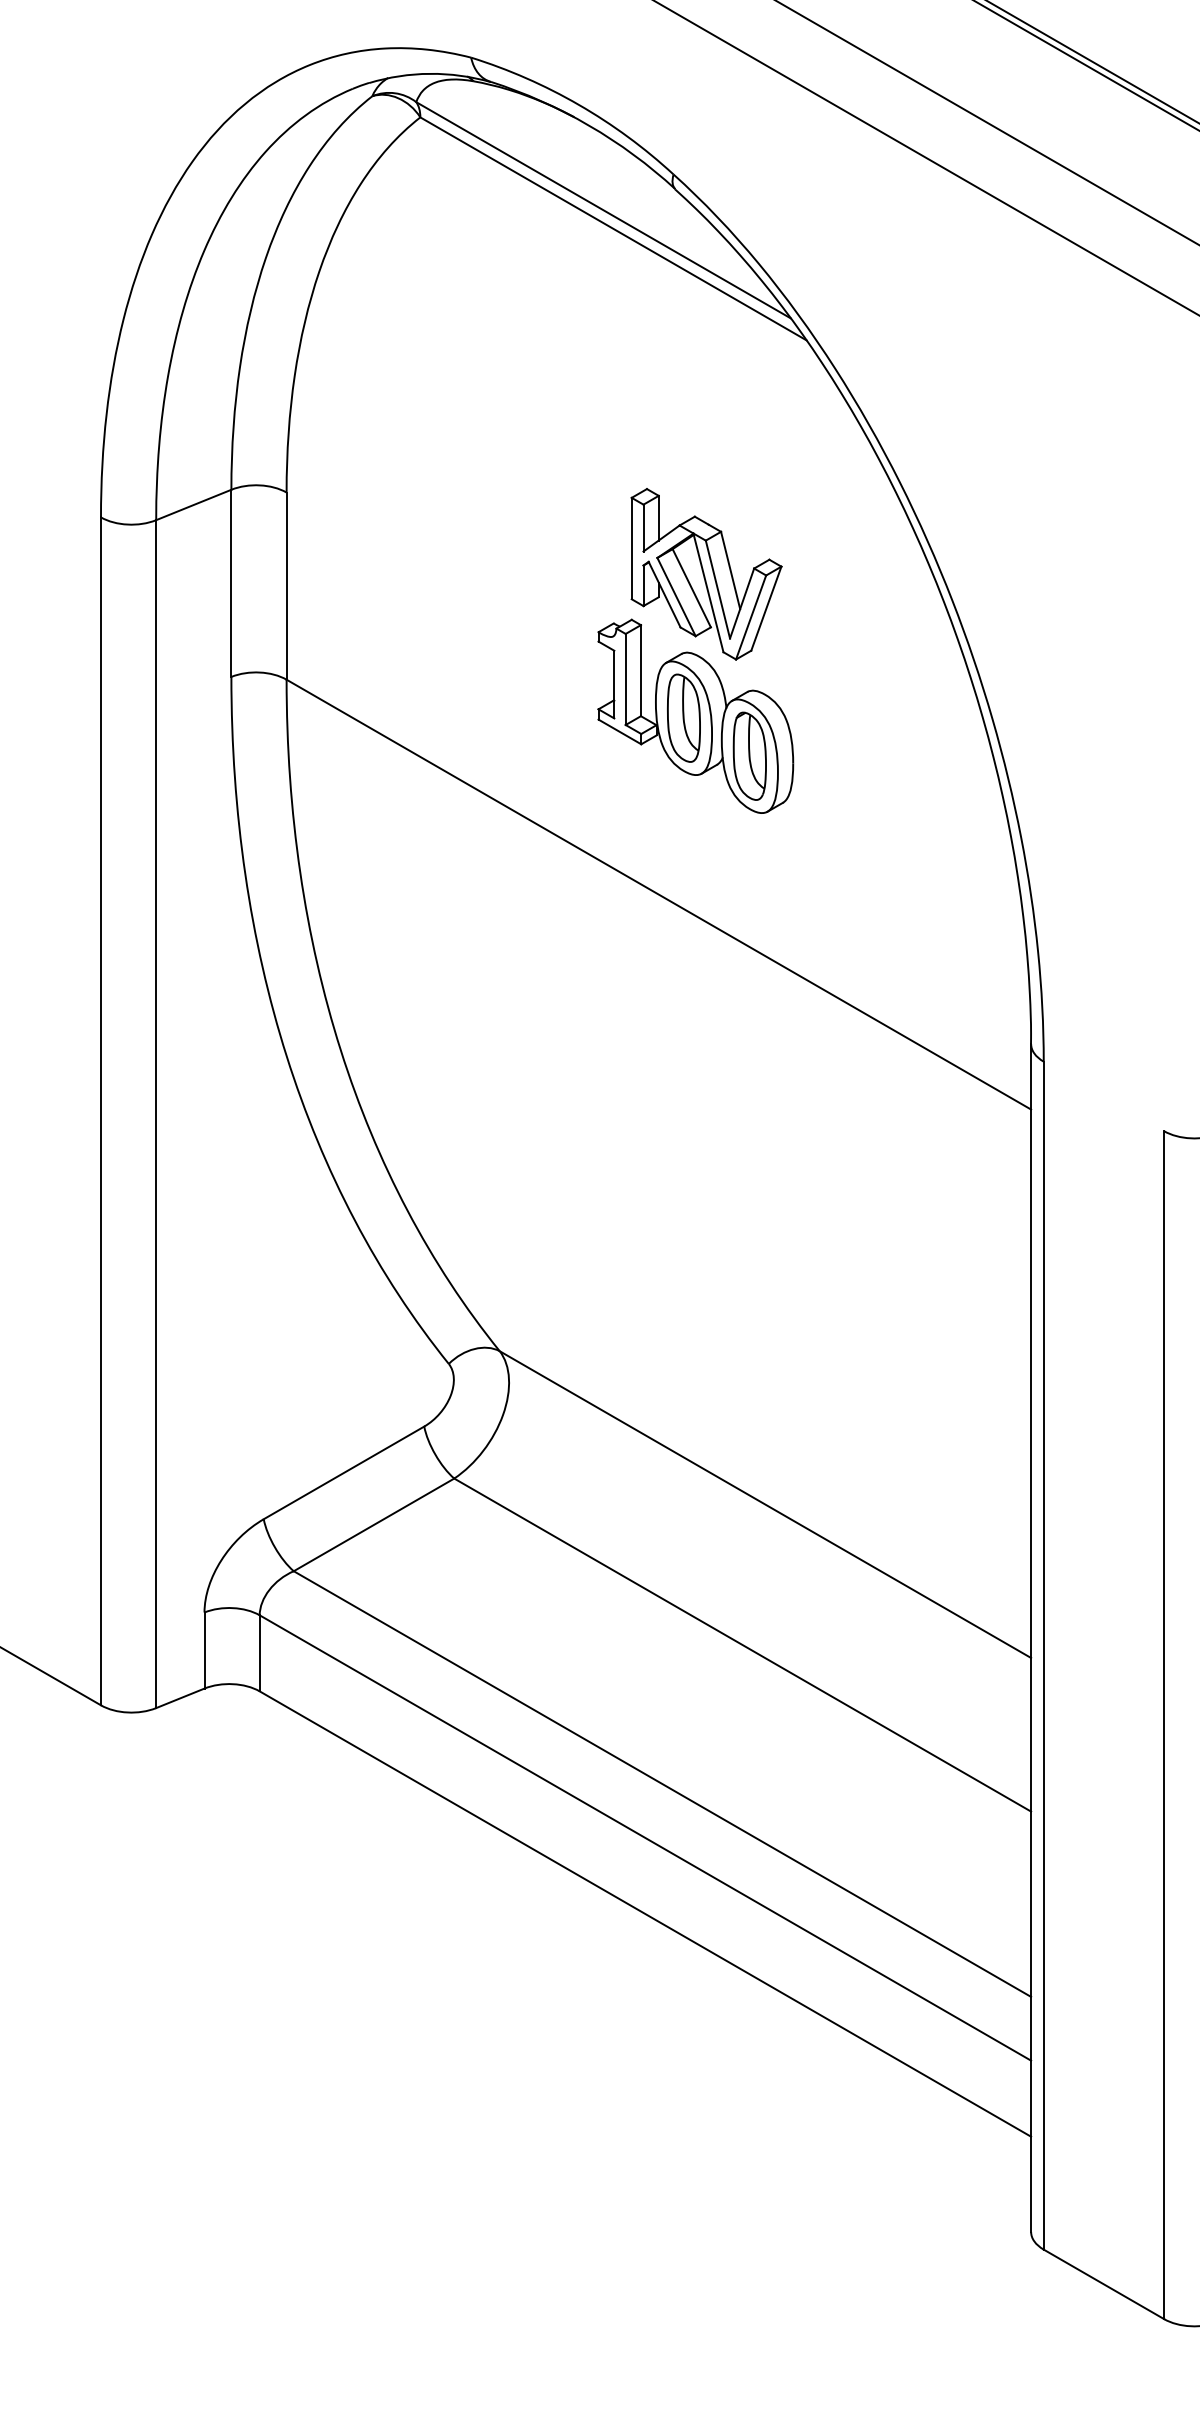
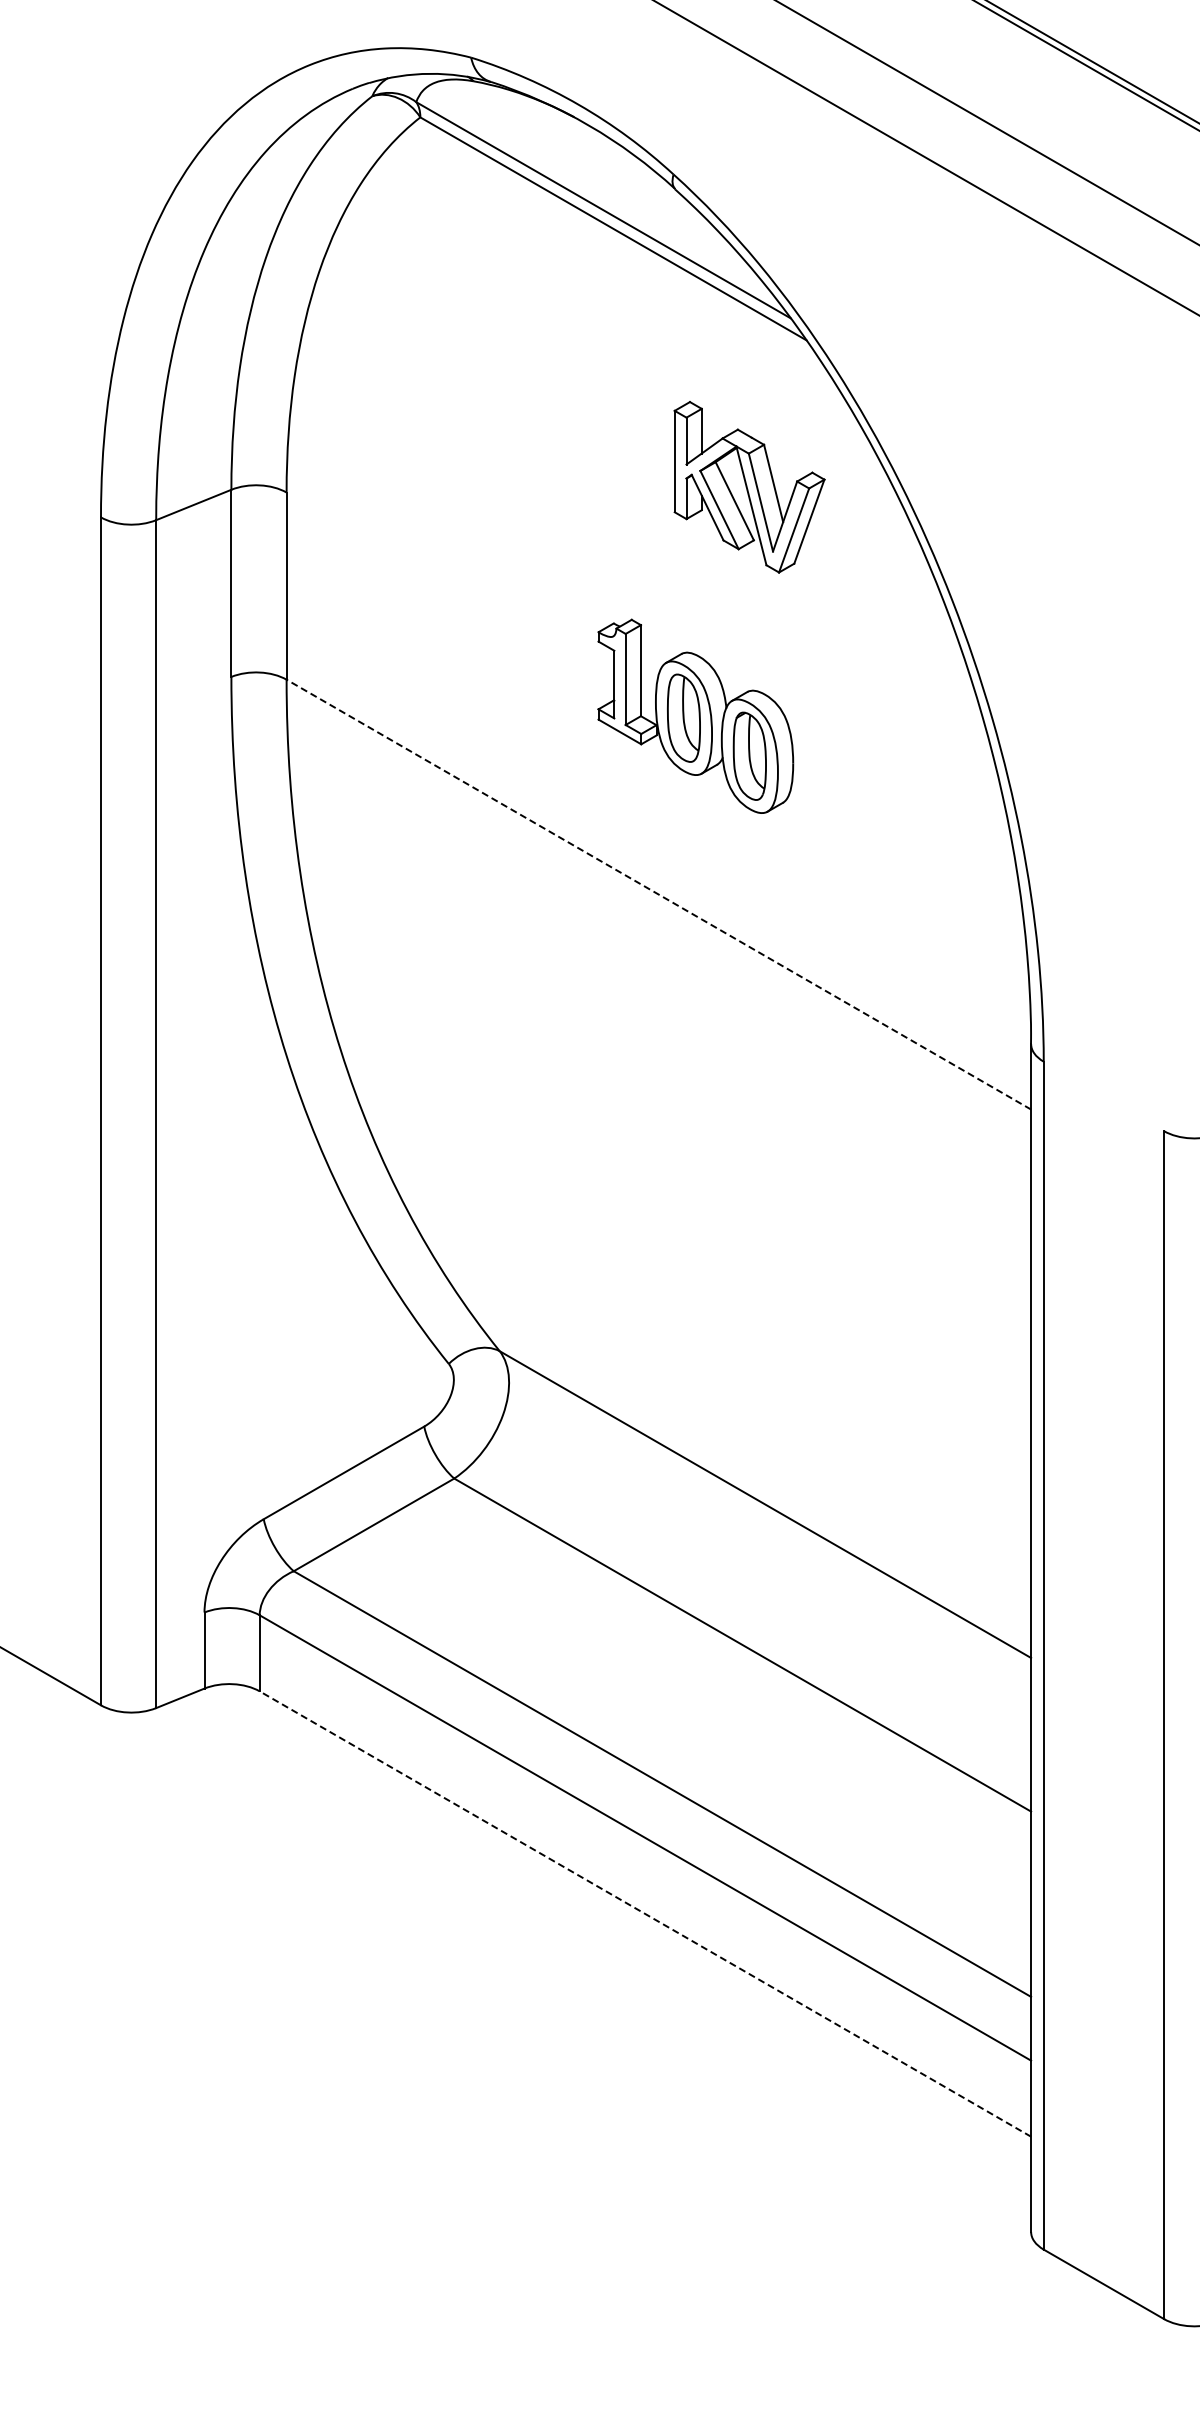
part at (706, 574) position: (706, 574) -> (749, 487)
line at (658, 894): solid -> dashed
line at (644, 1913): solid -> dashed
